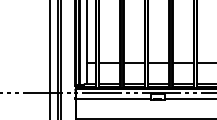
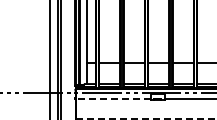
line at (113, 99): solid -> dashed
line at (147, 118): solid -> dashed
